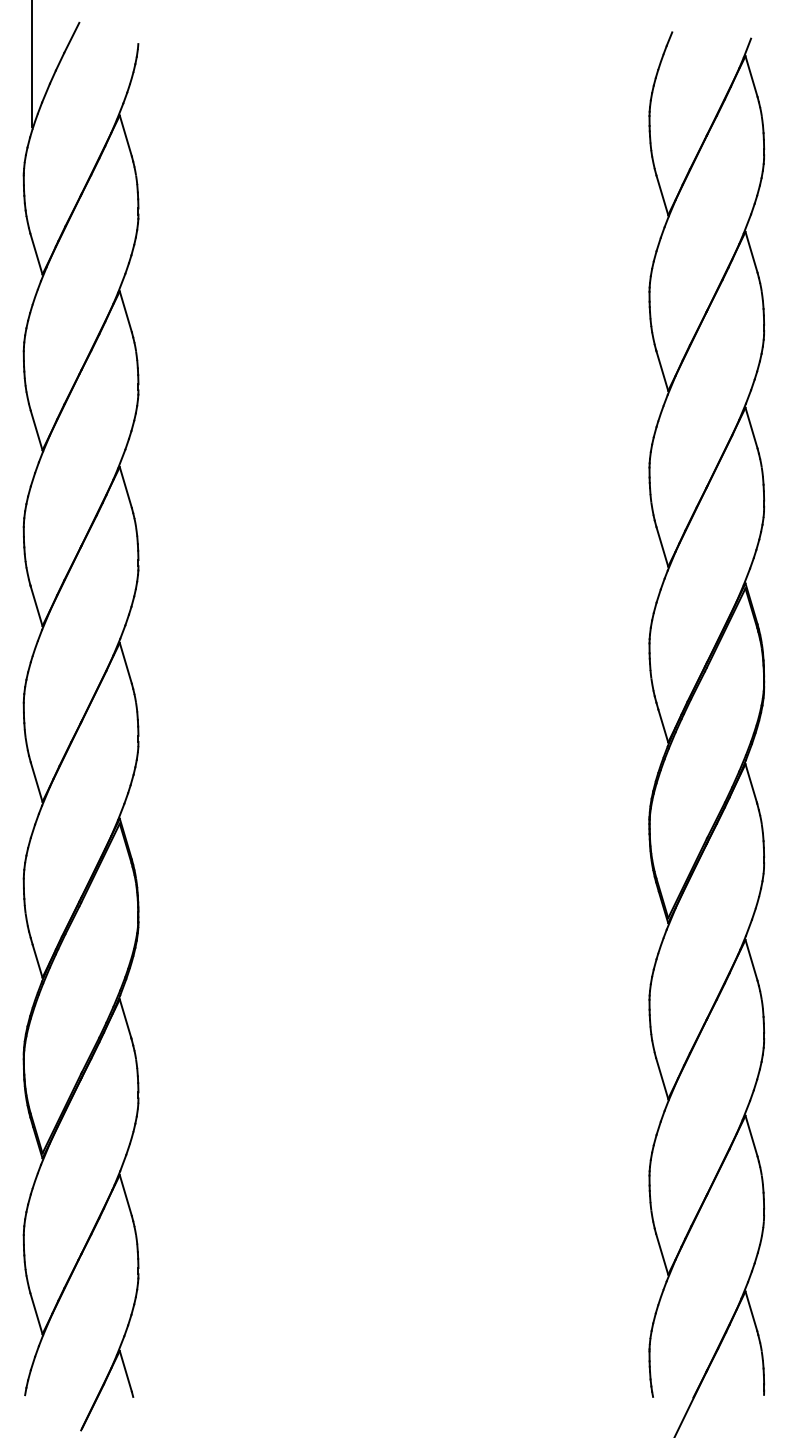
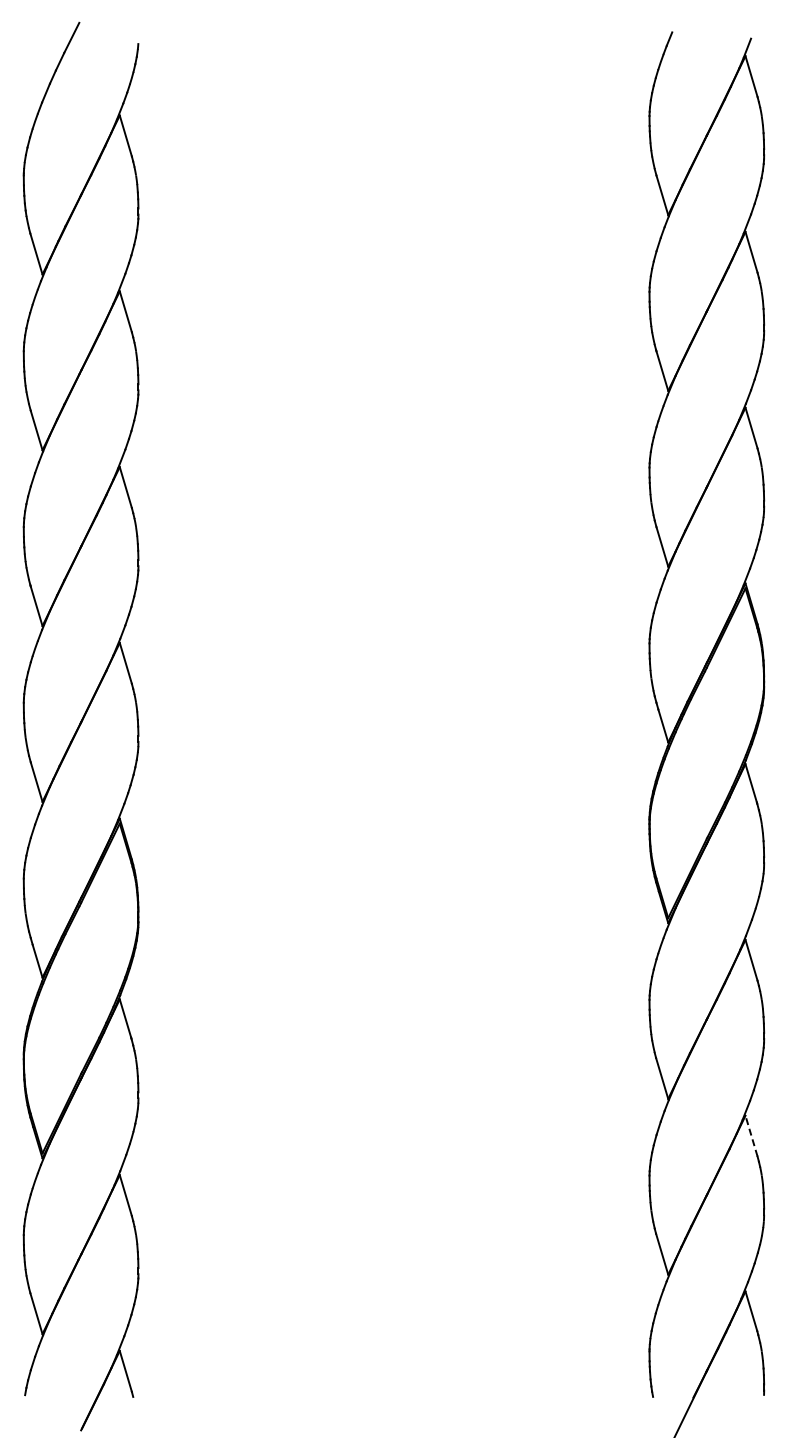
line at (32, 64): present -> none
line at (751, 1135): solid -> dashed
